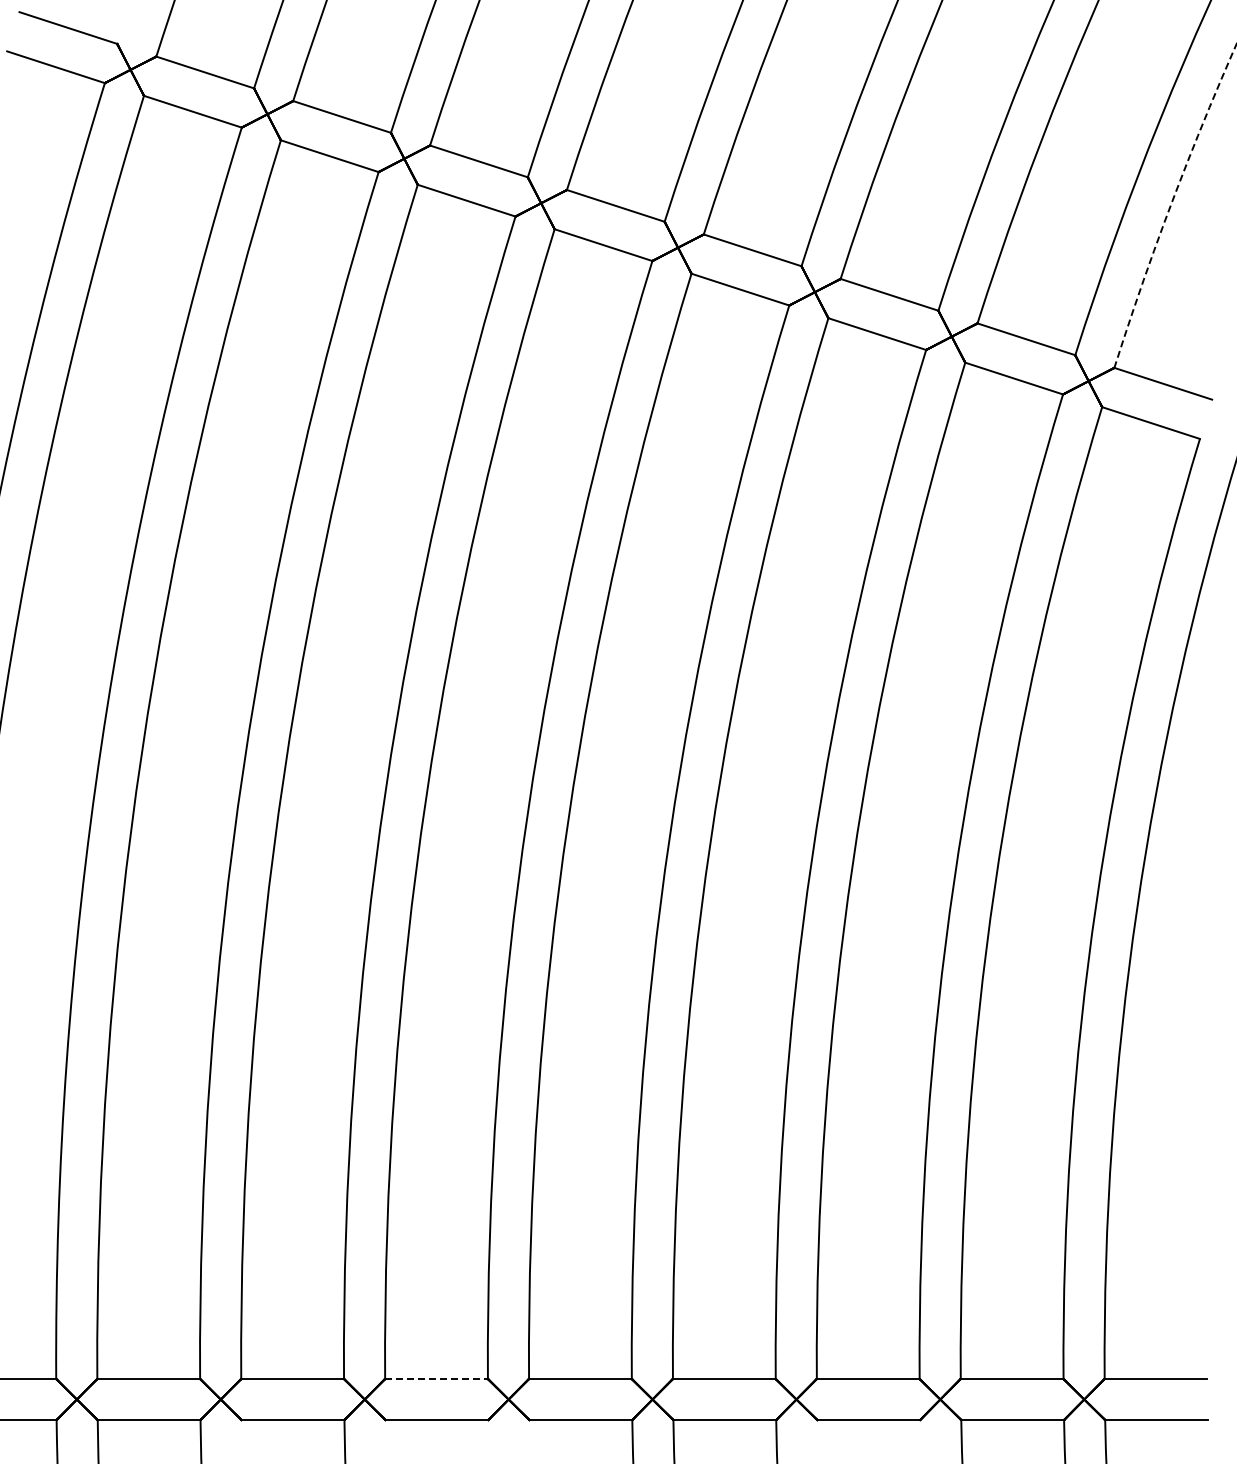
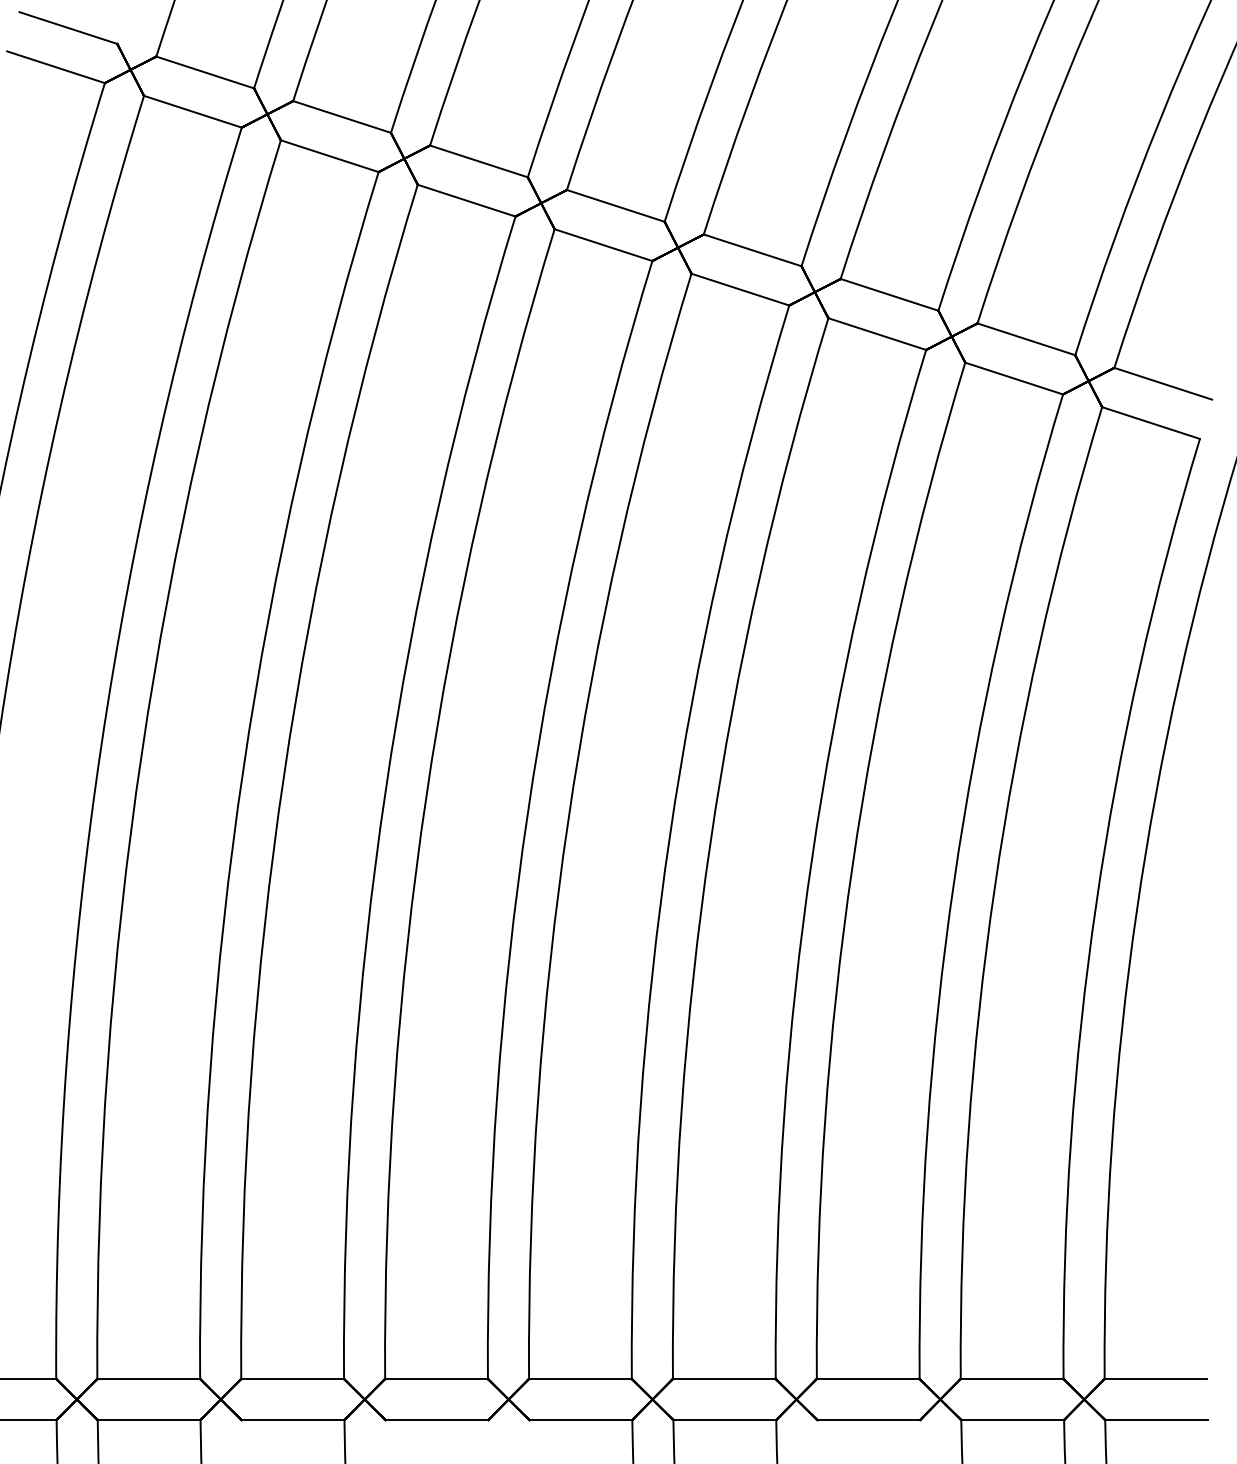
arc at (1171, 203): dashed -> solid
line at (437, 1378): dashed -> solid
